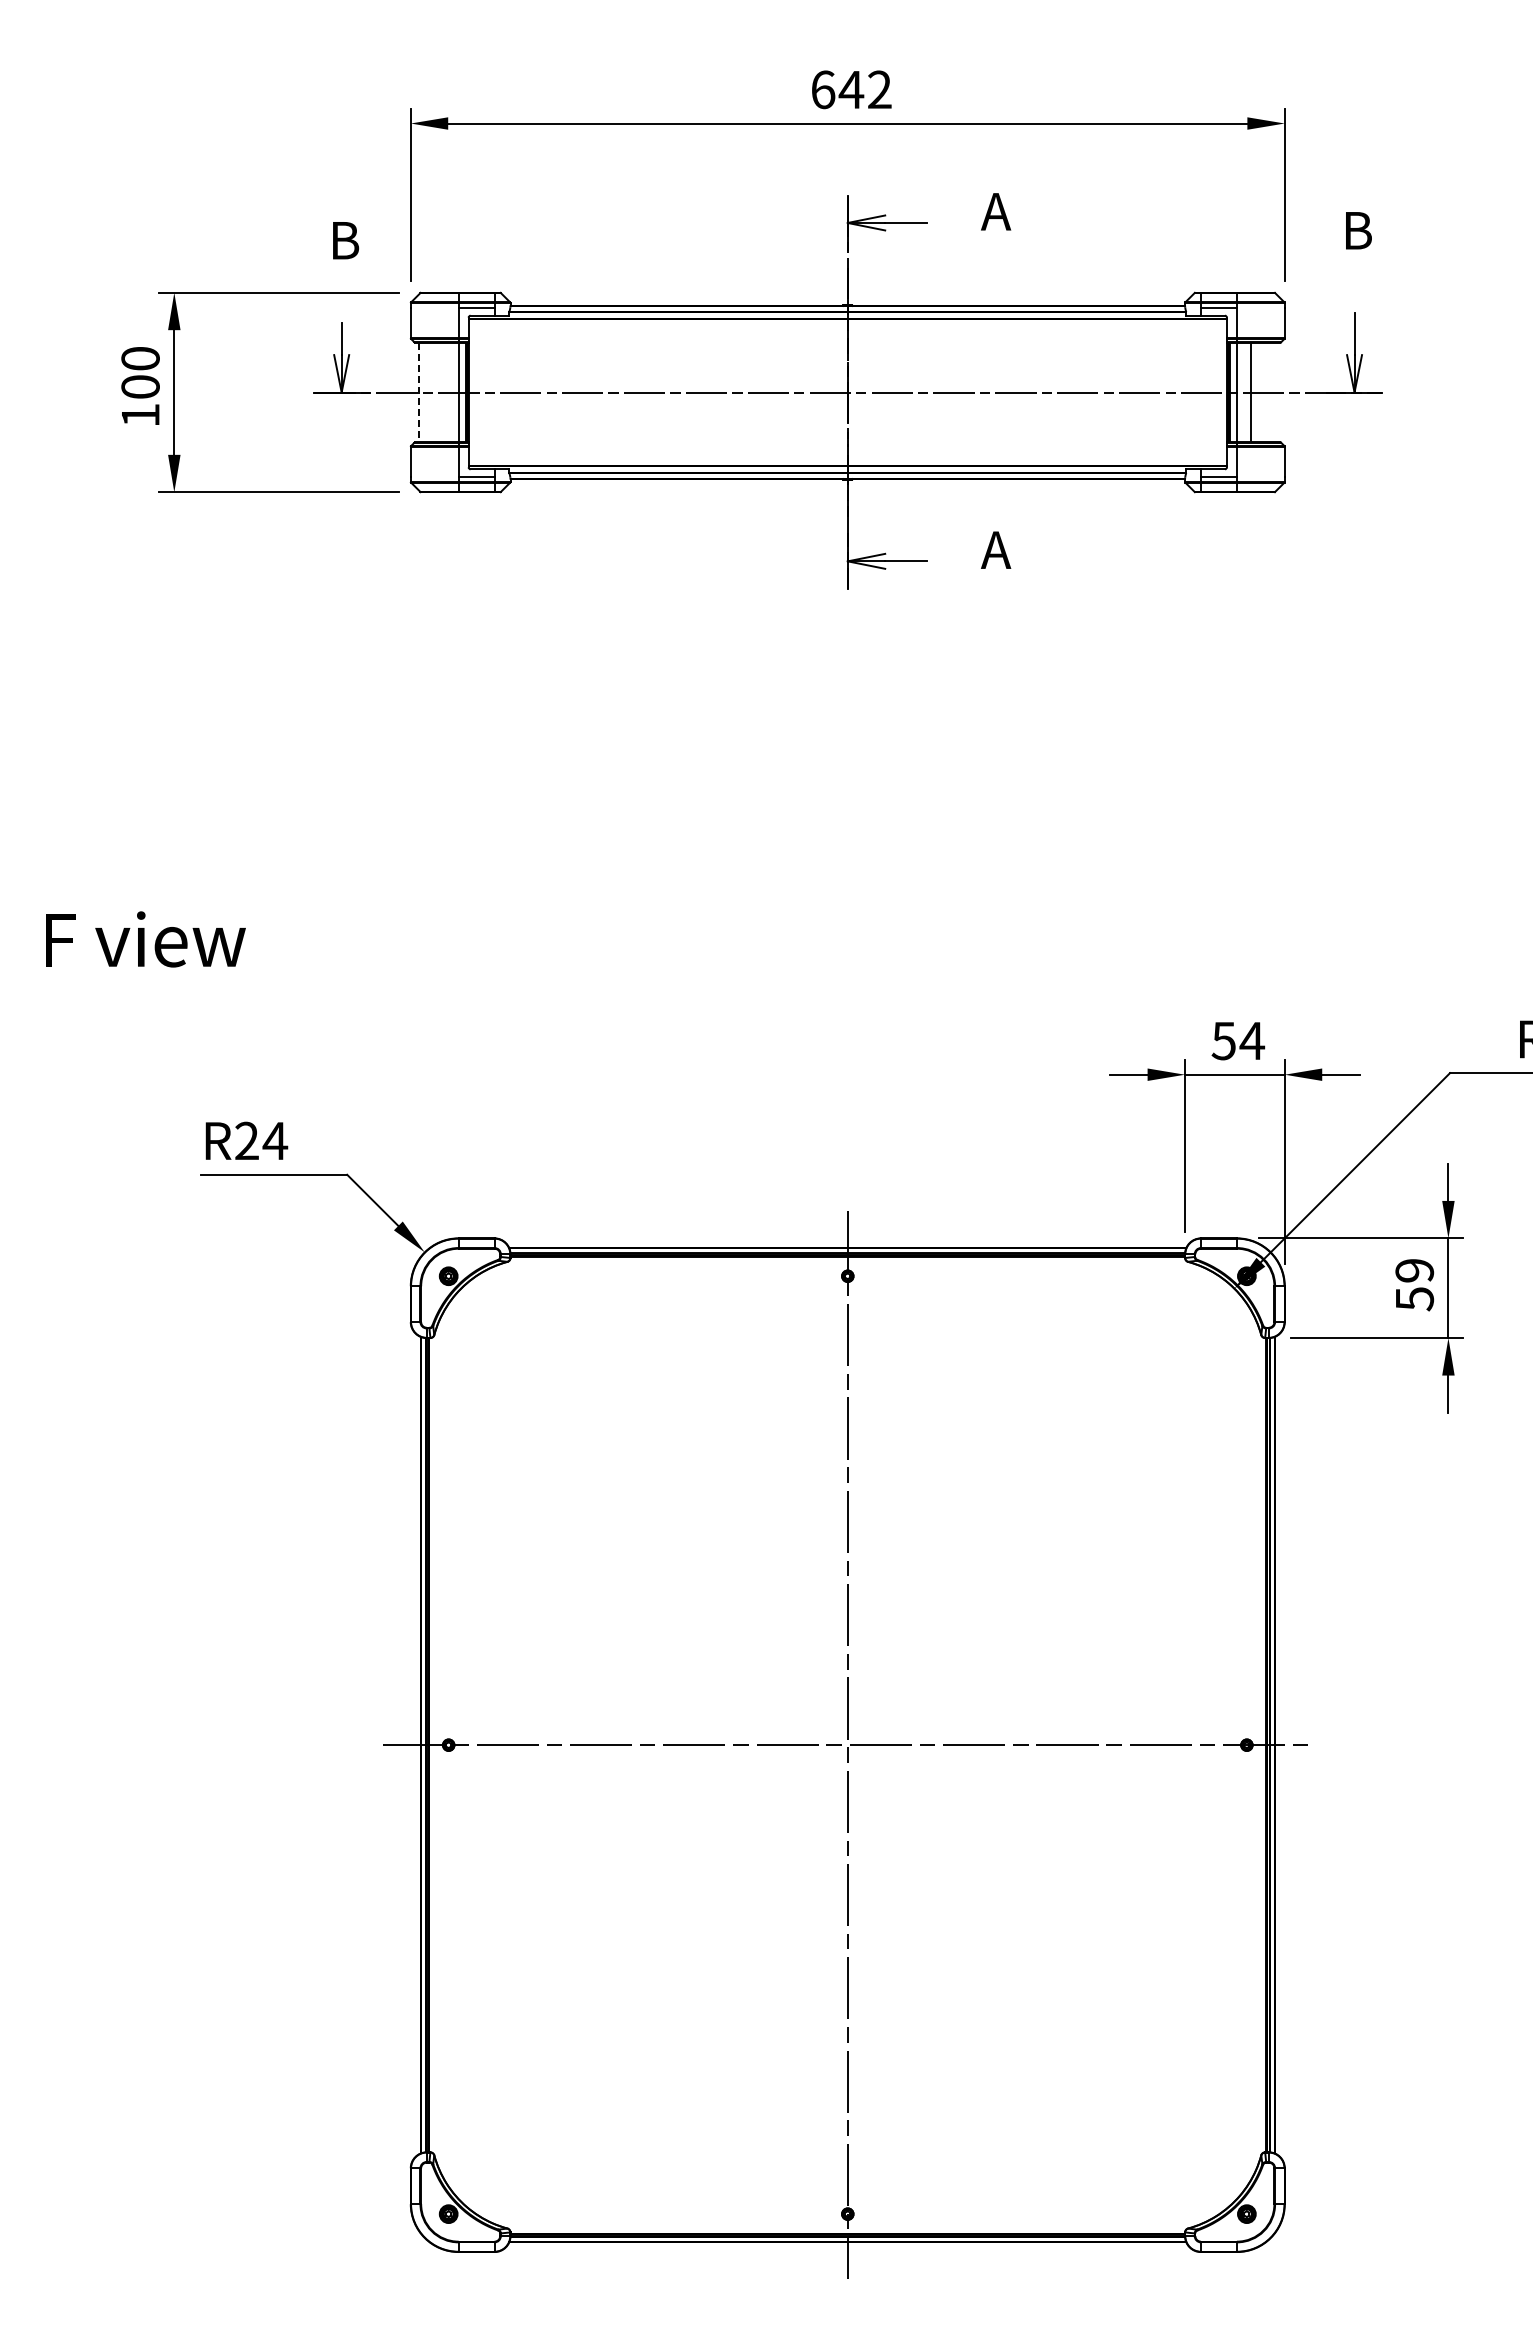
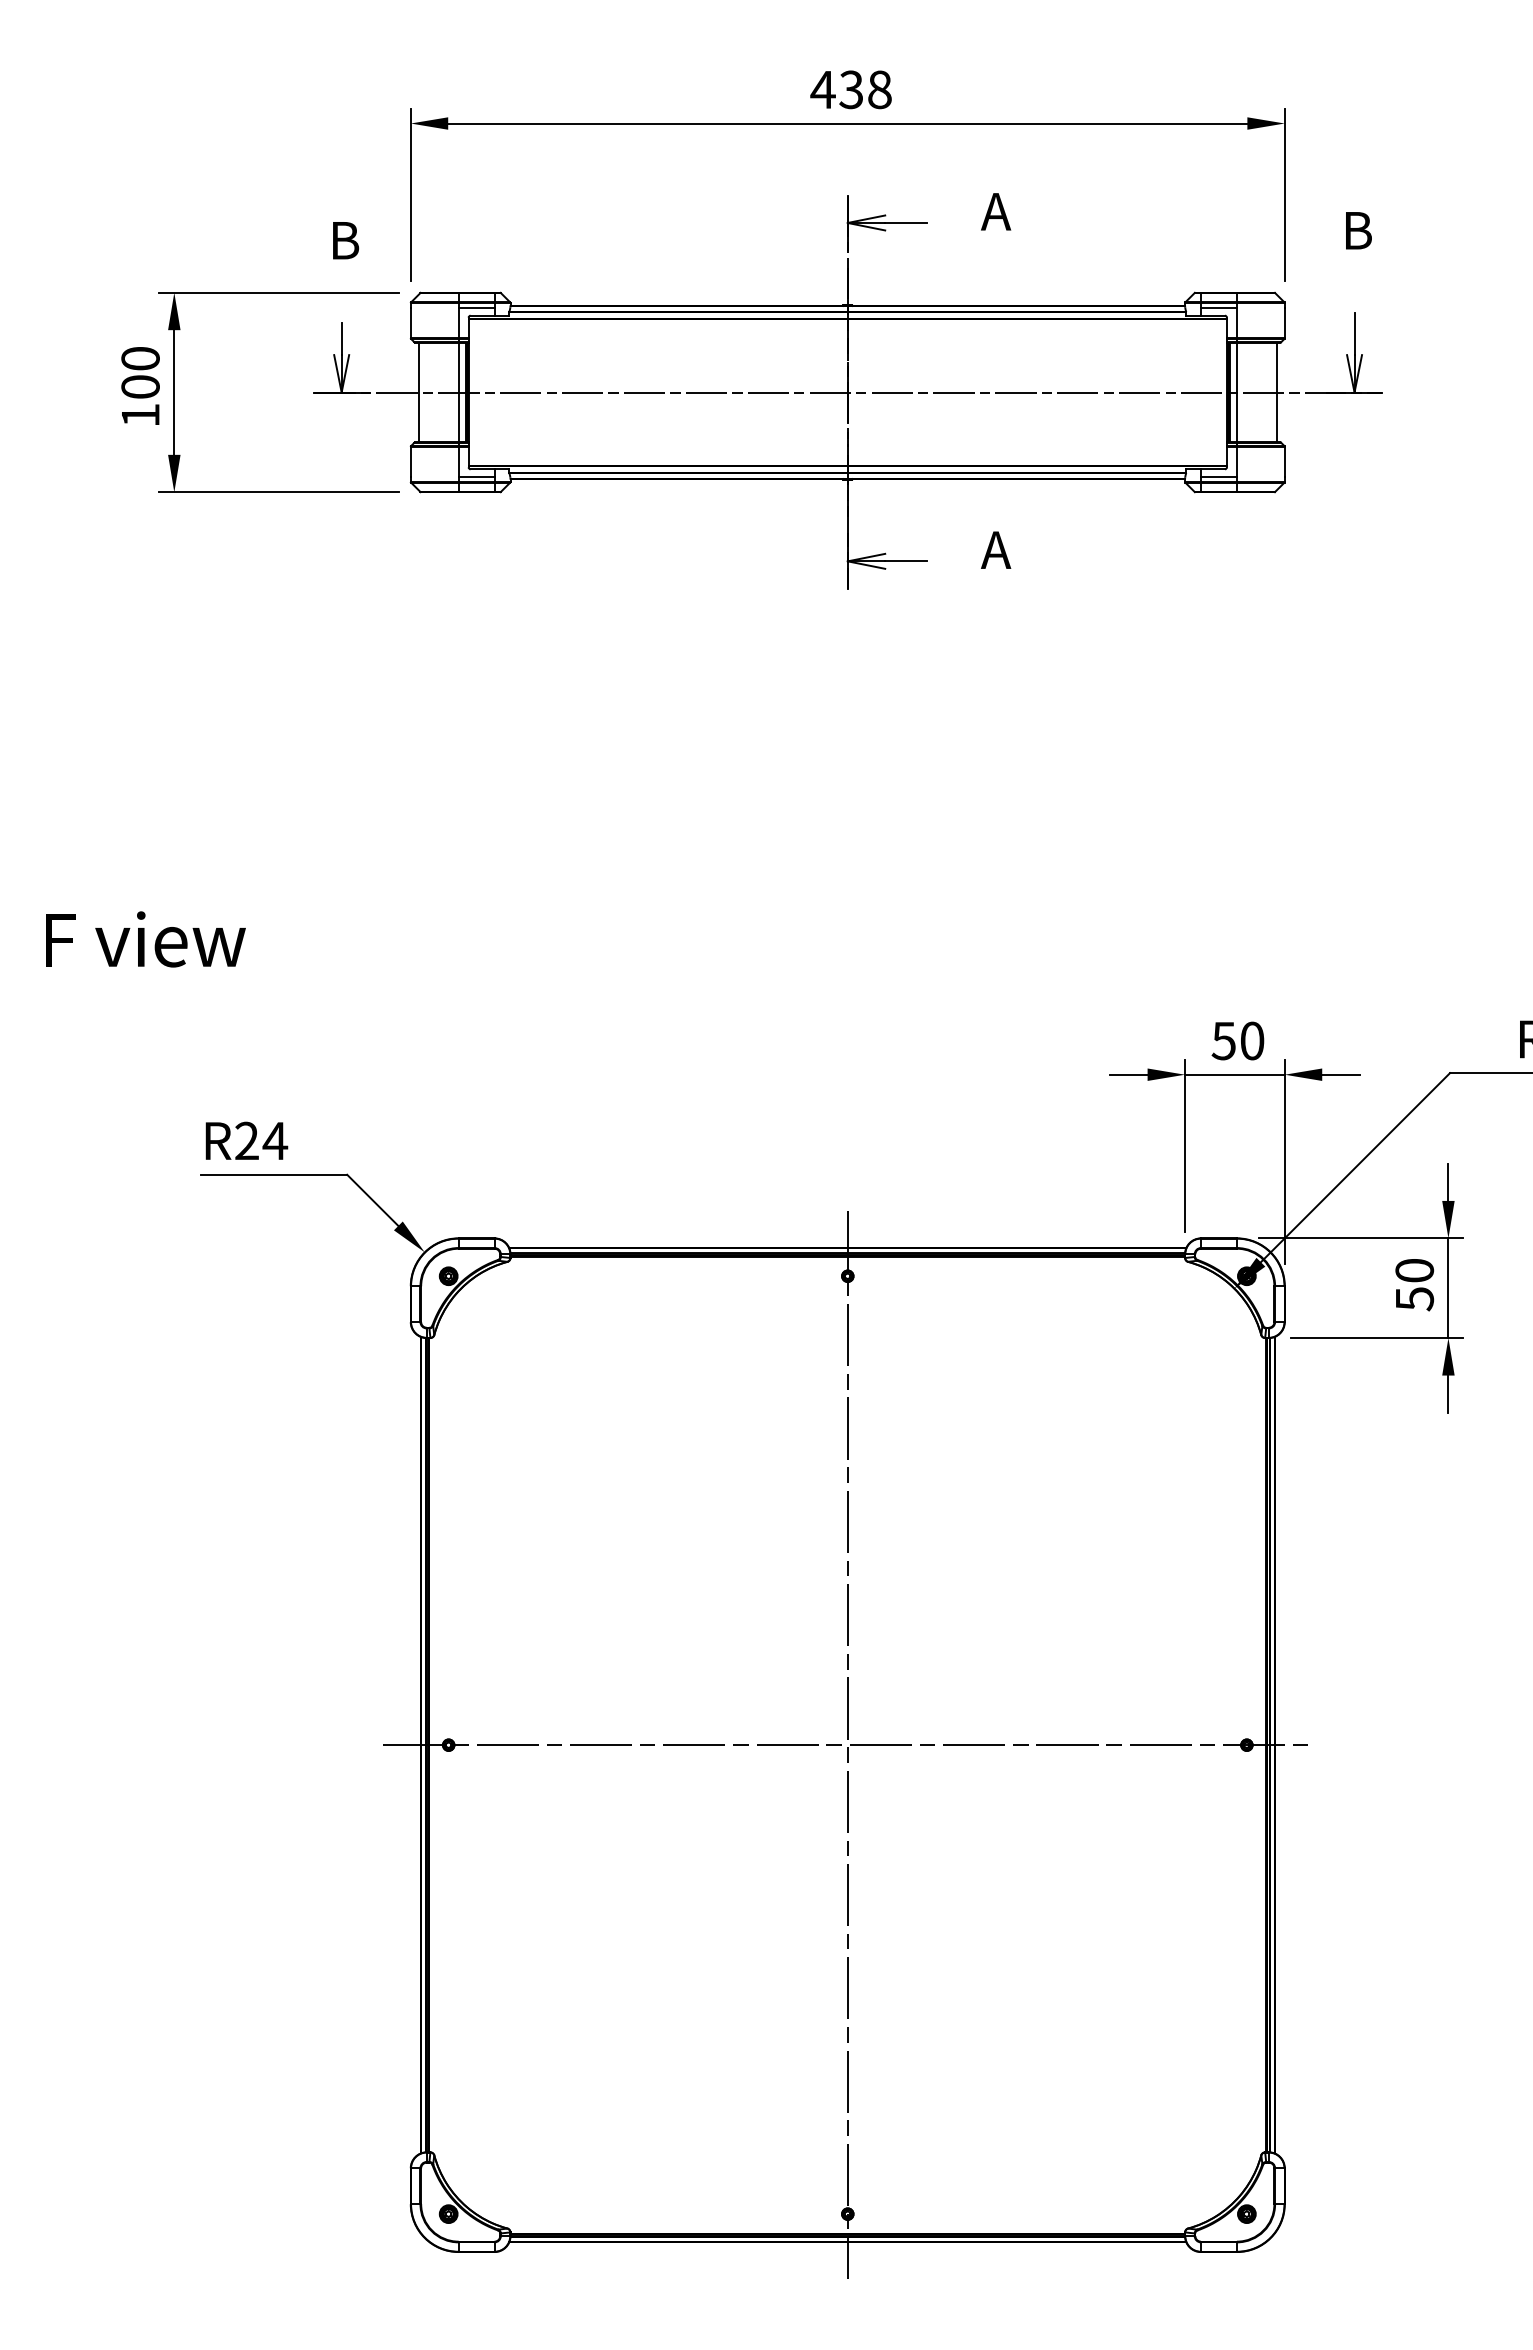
text at (850, 89): 642 -> 438
line at (418, 392): dashed -> solid
line at (1250, 392) position: (1250, 392) -> (1276, 392)
text at (1252, 1040): 54 -> 50
text at (1414, 1270): 59 -> 50
